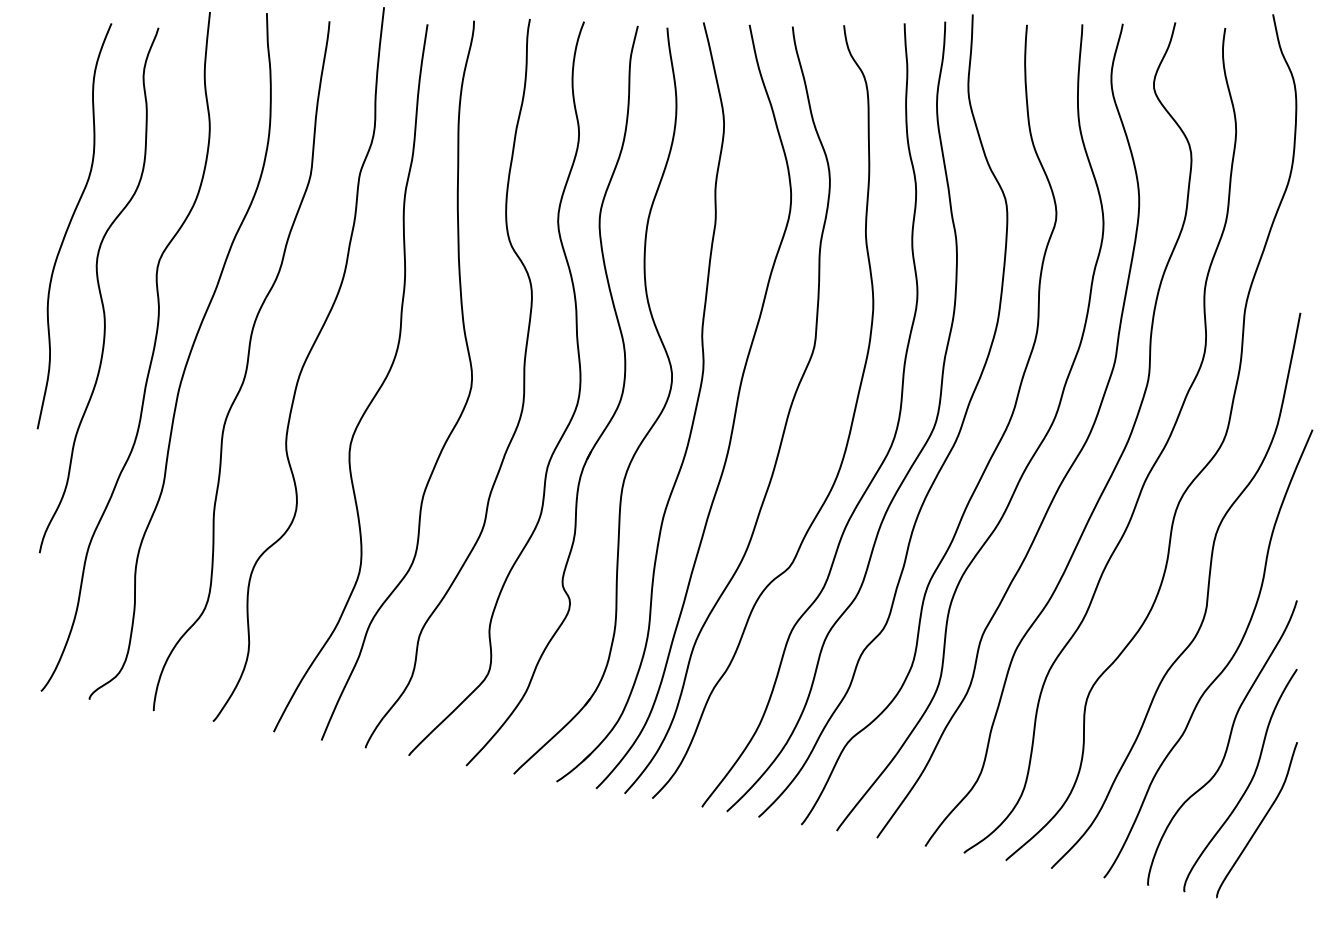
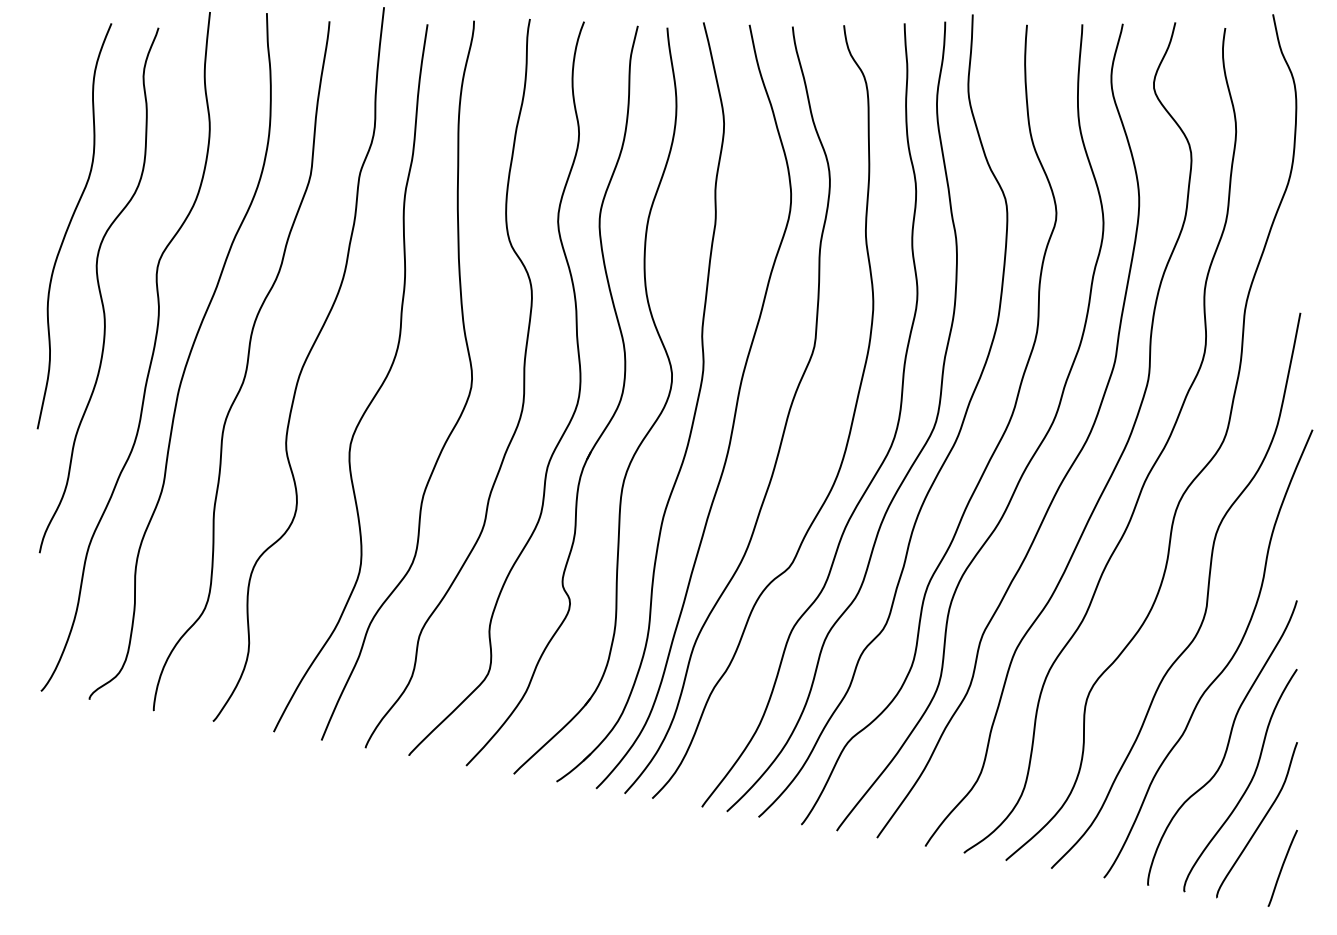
curve at (1282, 867): none -> present
